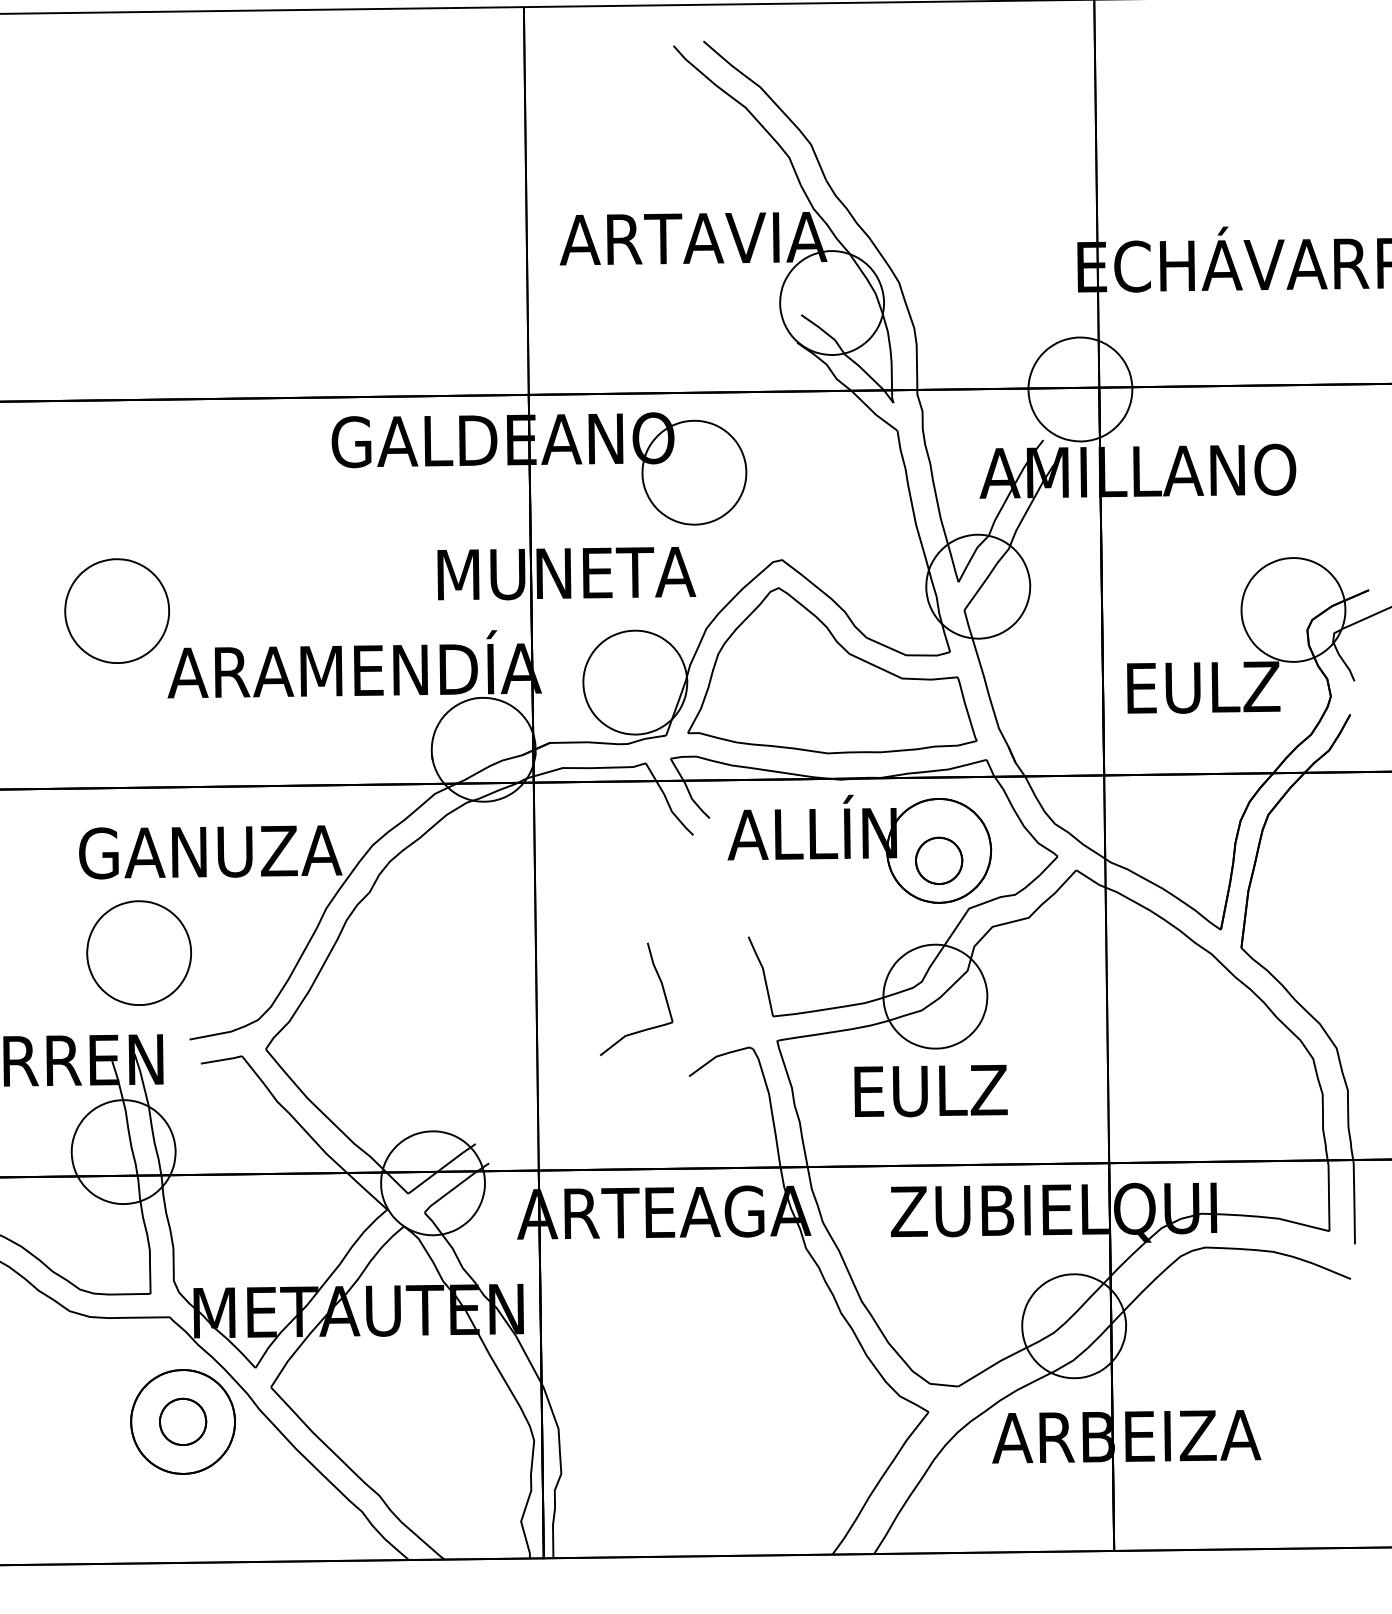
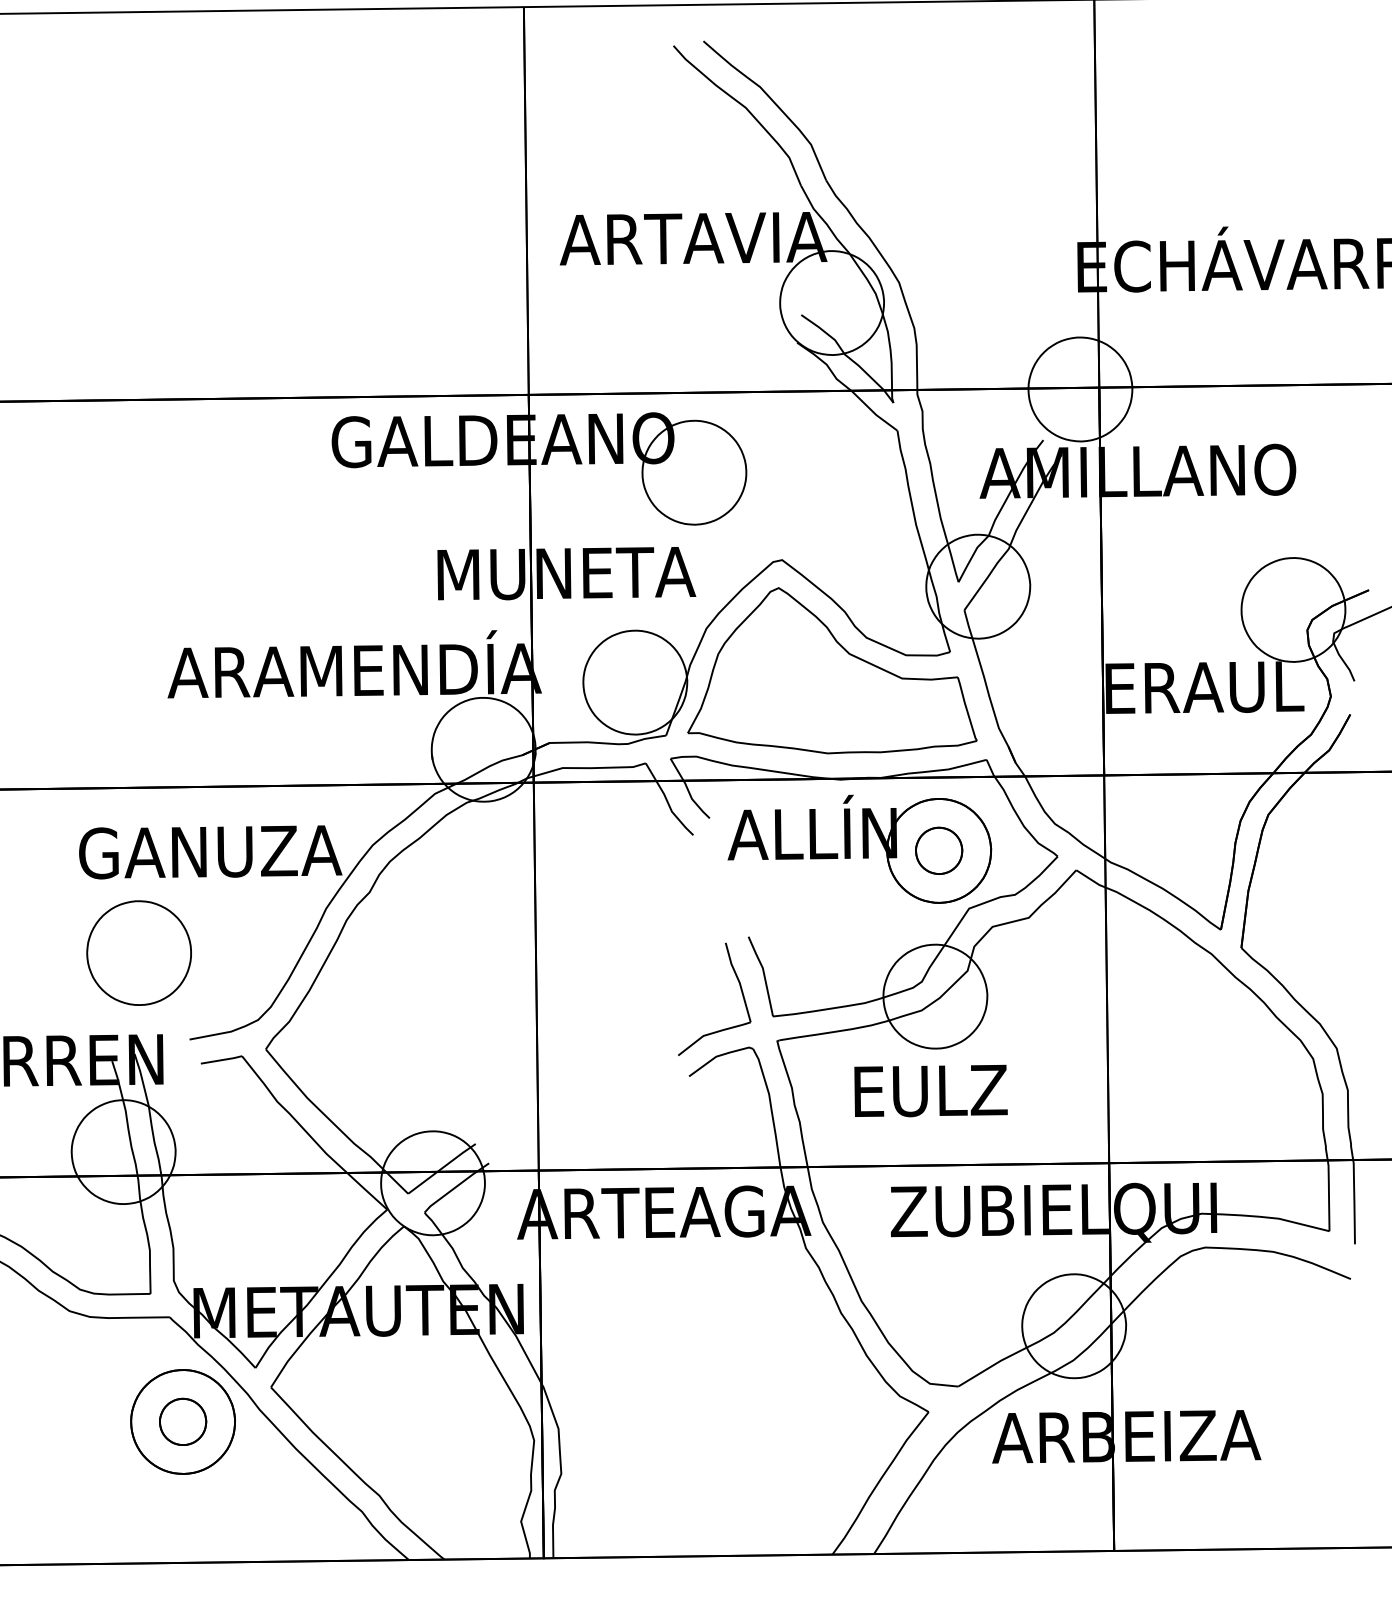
part at (116, 610): present -> none
text at (1204, 687): EULZ -> ERAUL
part at (939, 860) position: (939, 860) -> (939, 850)
part at (663, 993) position: (663, 993) -> (741, 993)
